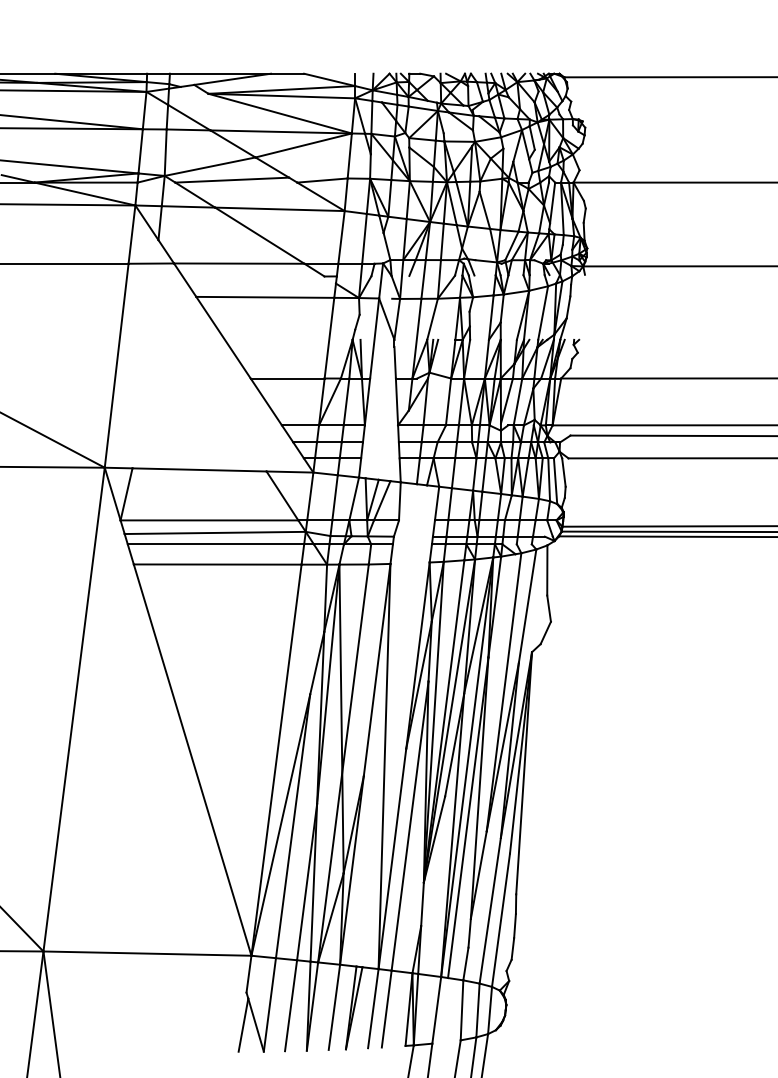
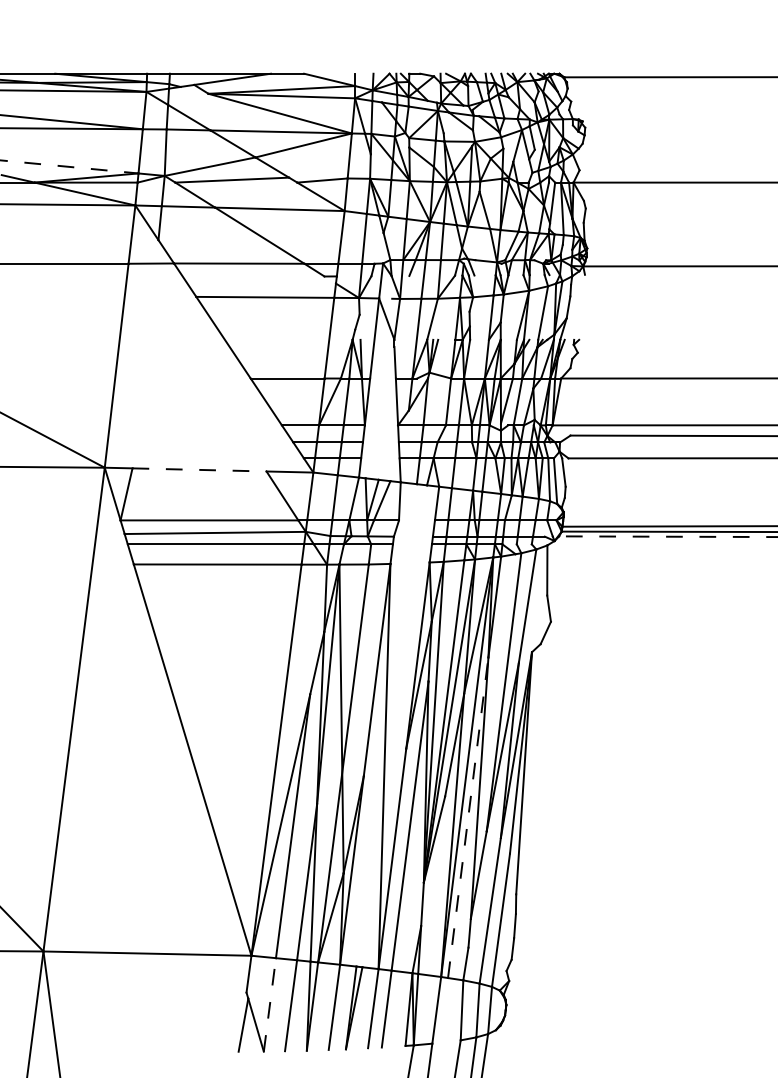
line at (70, 166): solid -> dashed
line at (200, 469): solid -> dashed
line at (668, 536): solid -> dashed
line at (468, 817): solid -> dashed
line at (269, 1004): solid -> dashed
